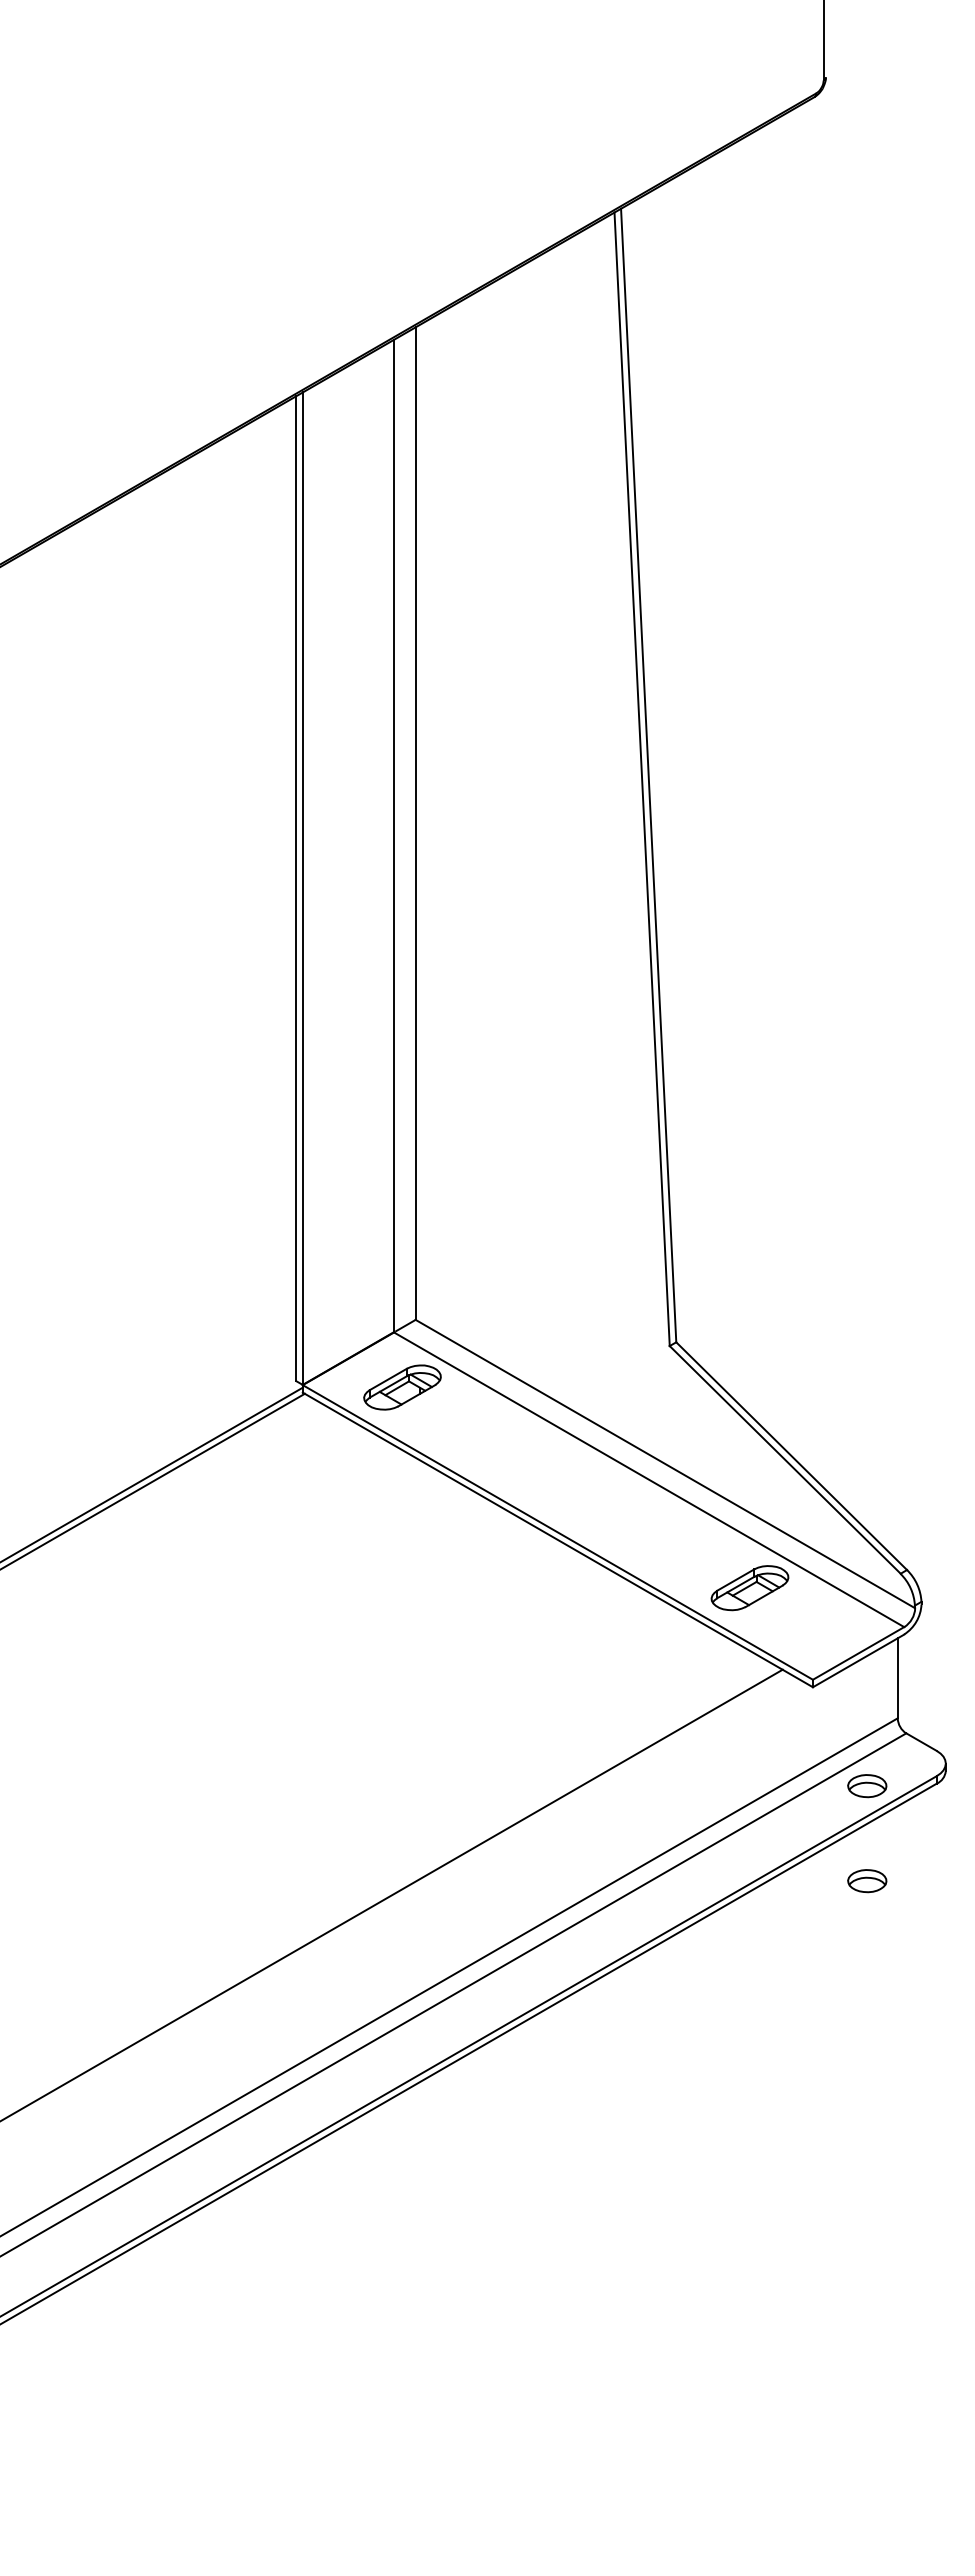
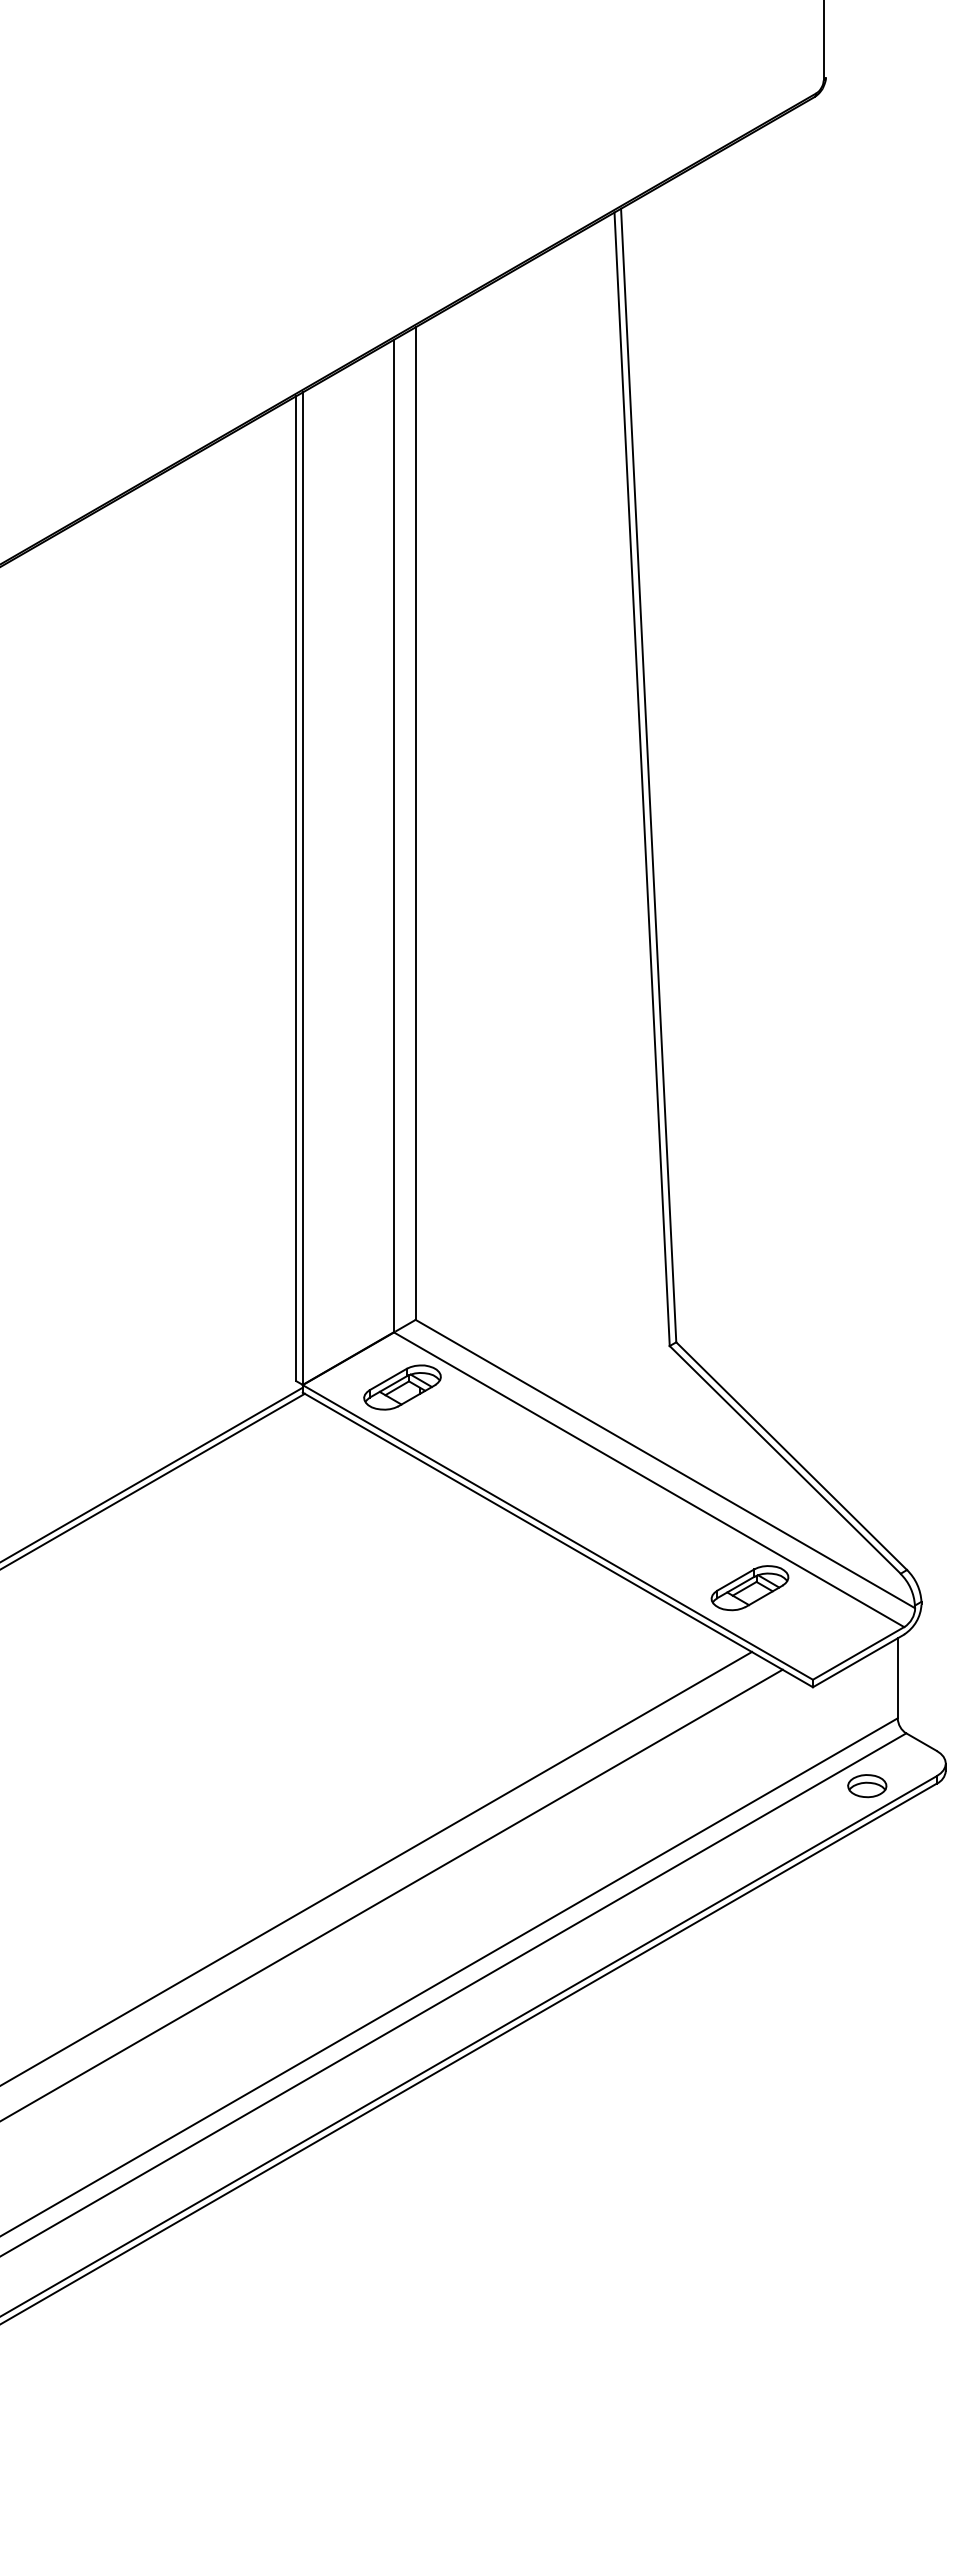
line at (377, 1867): none -> present
part at (867, 1881): present -> none
